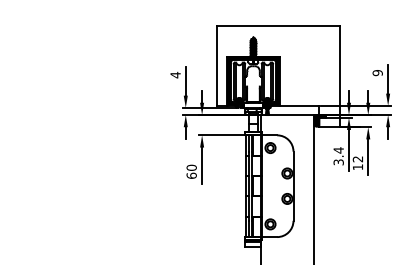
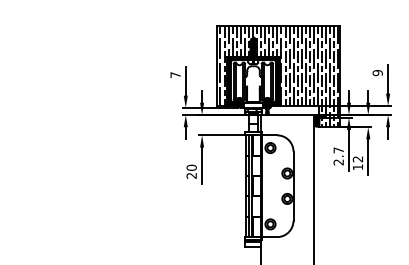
text at (175, 74): 4 -> 7
hatch at (279, 76): none -> present
text at (338, 156): 3.4 -> 2.7
text at (191, 175): 60 -> 20
